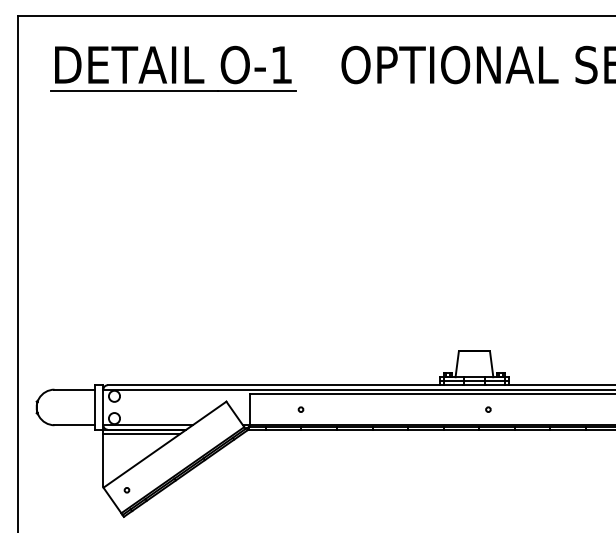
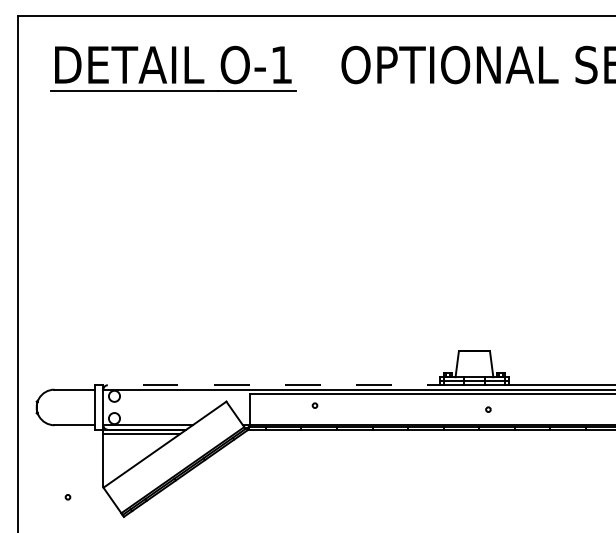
line at (285, 385): solid -> dashed
circle at (300, 409) position: (300, 409) -> (314, 405)
circle at (126, 490) position: (126, 490) -> (67, 497)
